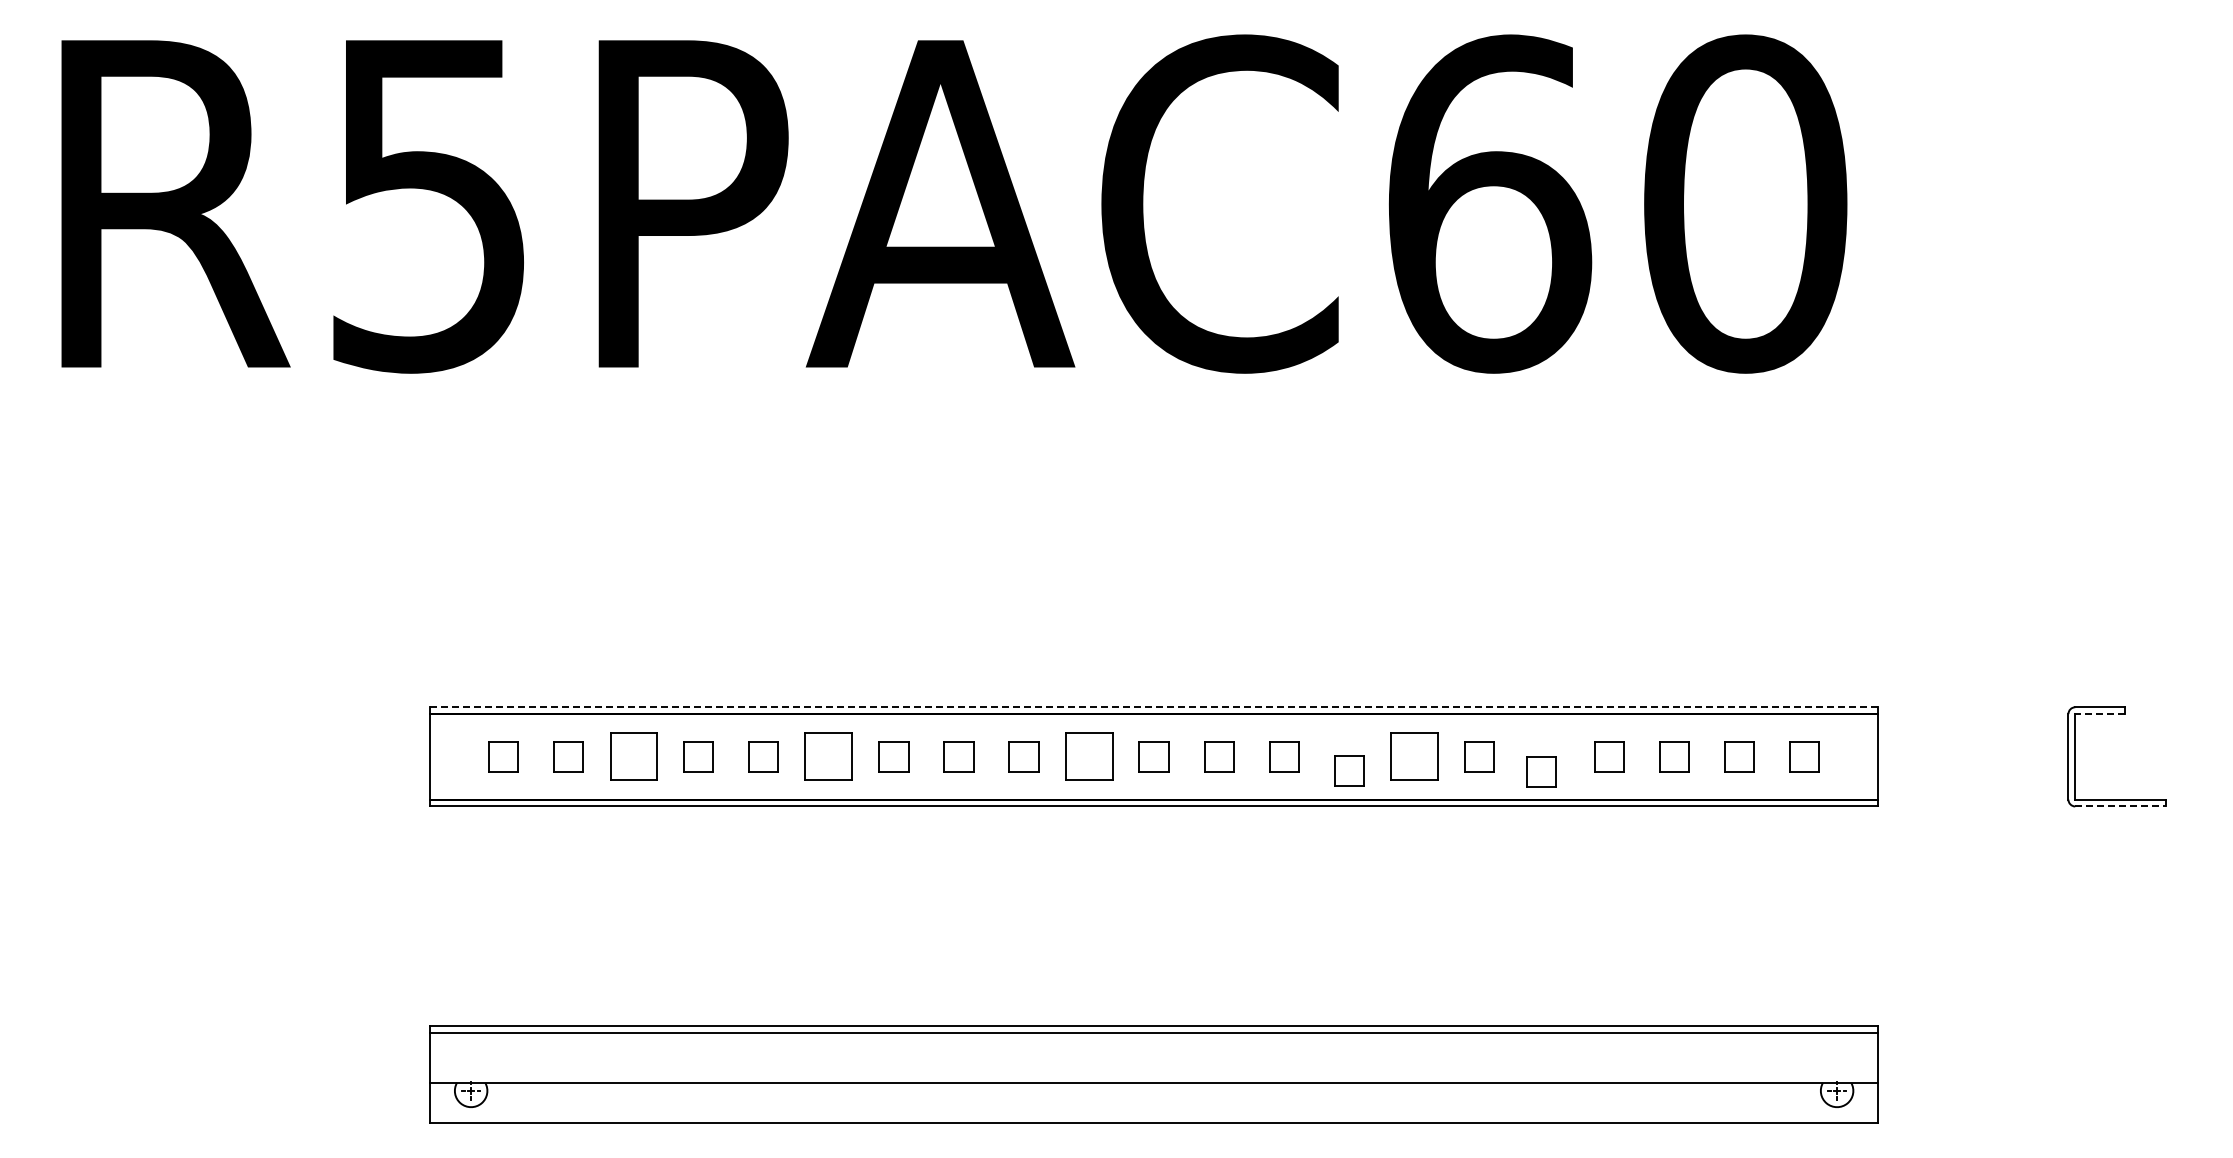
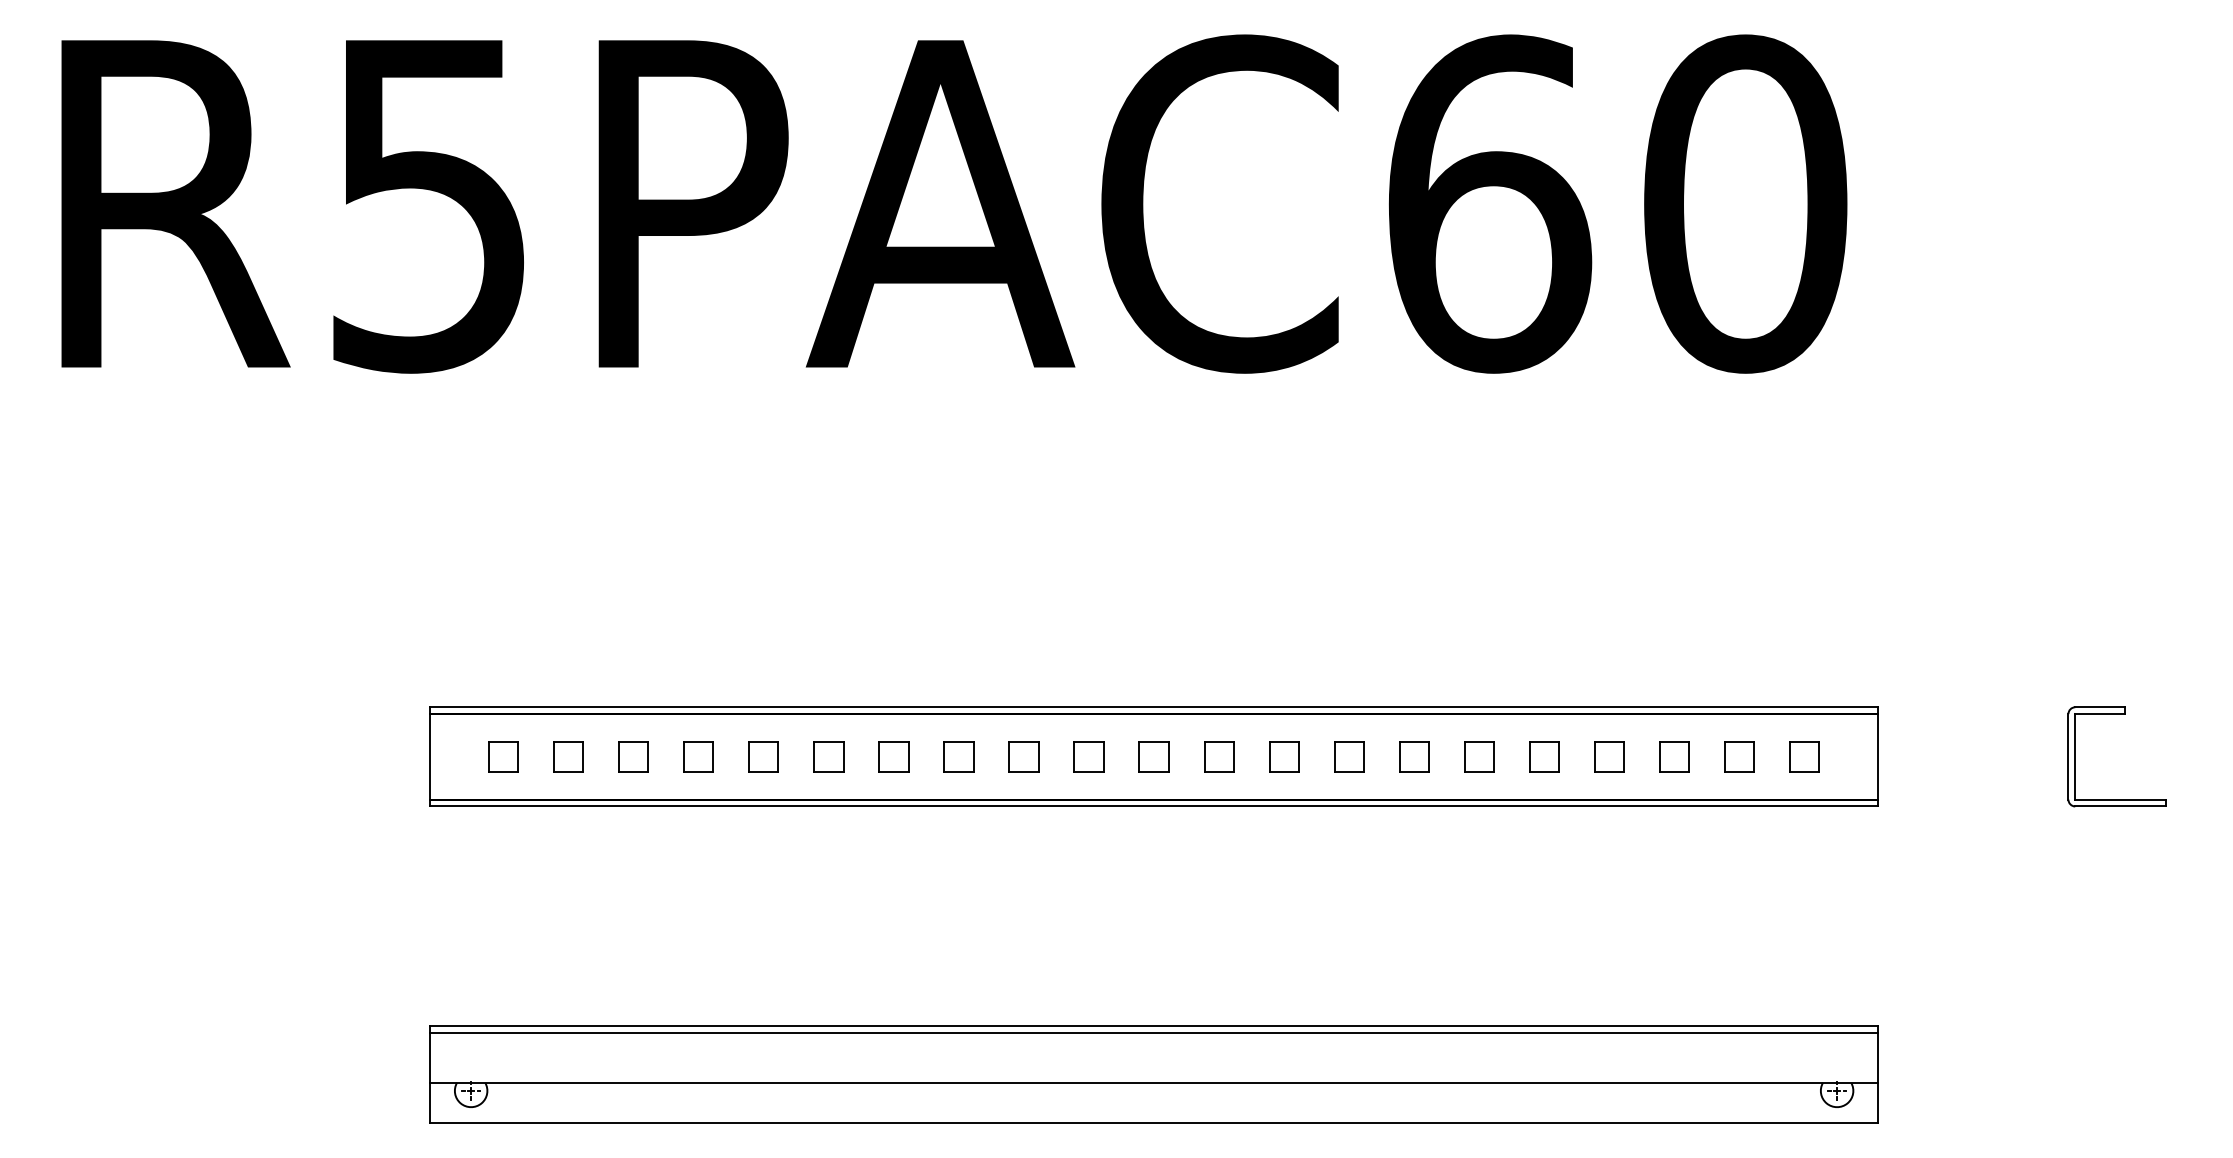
line at (1154, 707): dashed -> solid
line at (2099, 713): dashed -> solid
part at (633, 756) size: 48x49 px -> 31x32 px
part at (828, 756) size: 49x49 px -> 32x32 px
part at (1089, 756) size: 49x49 px -> 32x32 px
part at (1414, 756) size: 49x49 px -> 31x32 px
part at (1349, 770) position: (1349, 770) -> (1349, 756)
part at (1541, 771) position: (1541, 771) -> (1544, 756)
line at (2121, 806): dashed -> solid
